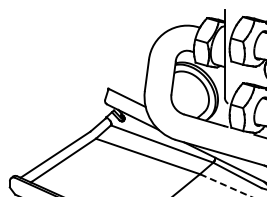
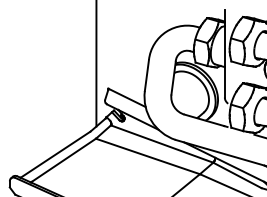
line at (96, 64): none -> present
line at (225, 185): dashed -> solid
